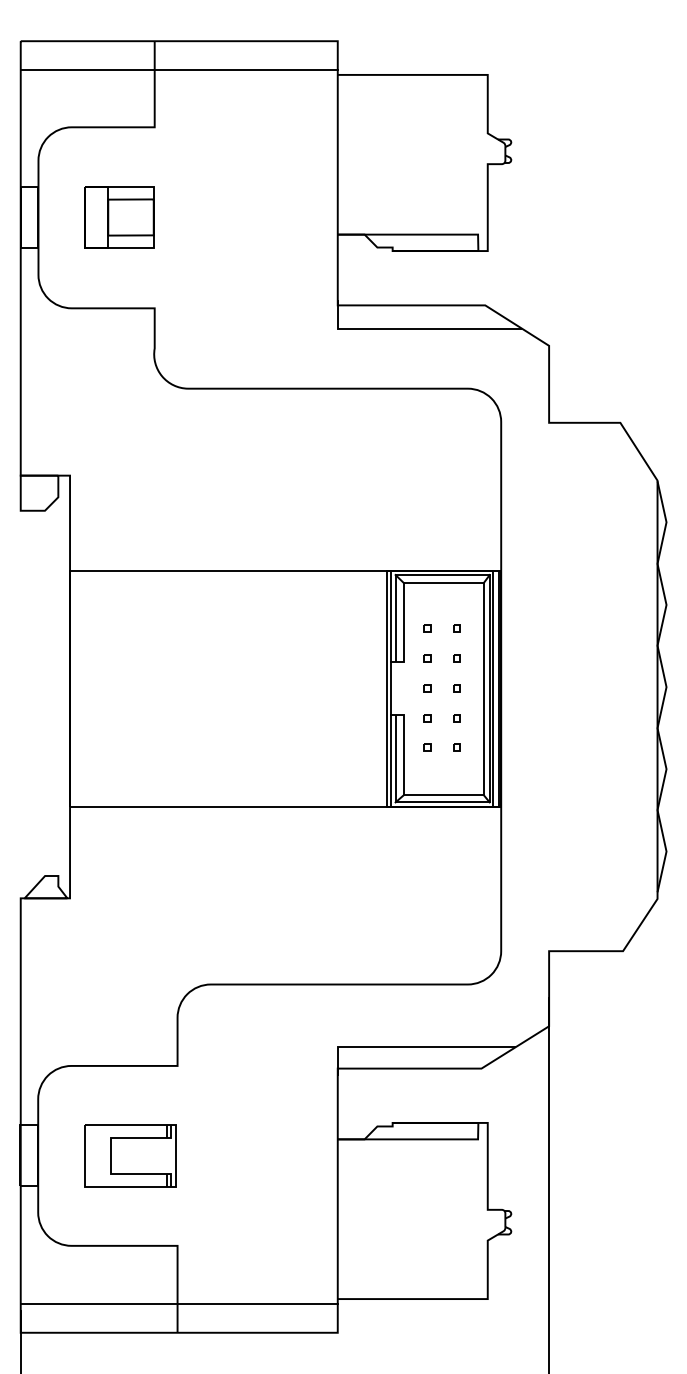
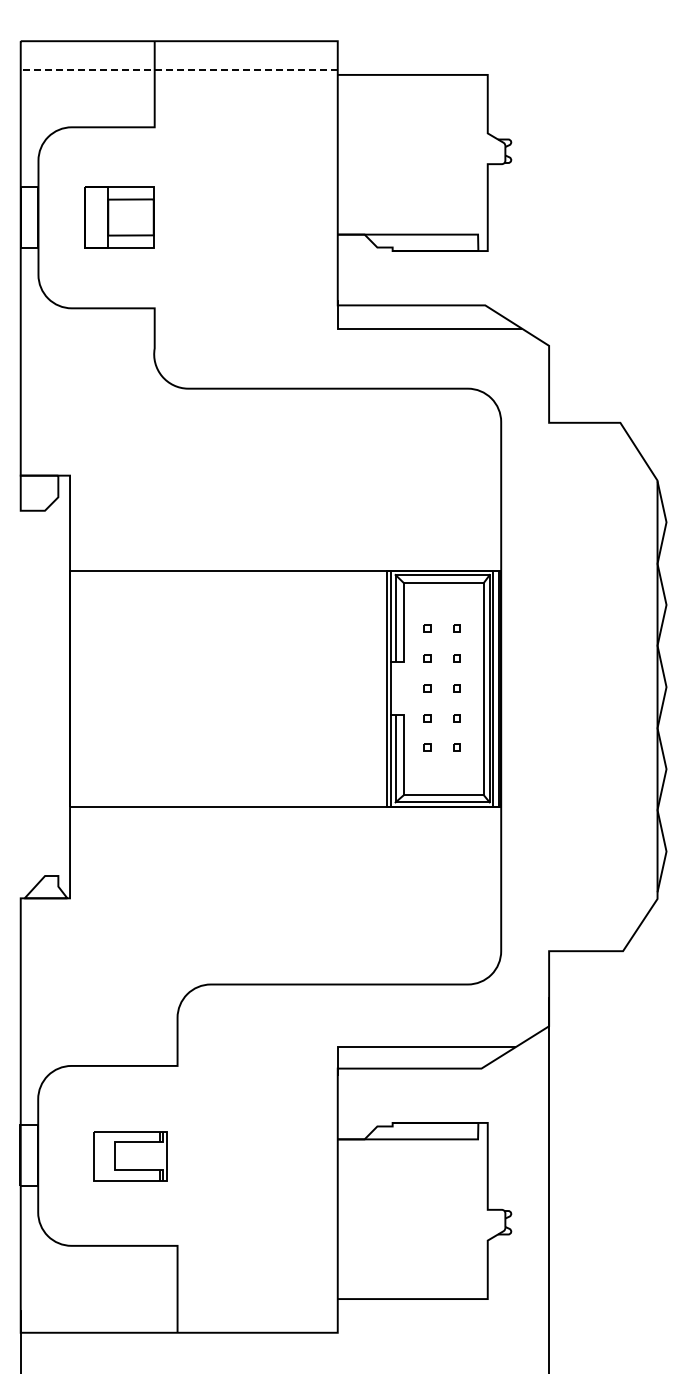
line at (179, 69): solid -> dashed
part at (130, 1155) size: 93x64 px -> 75x51 px
line at (178, 1304): present -> none
